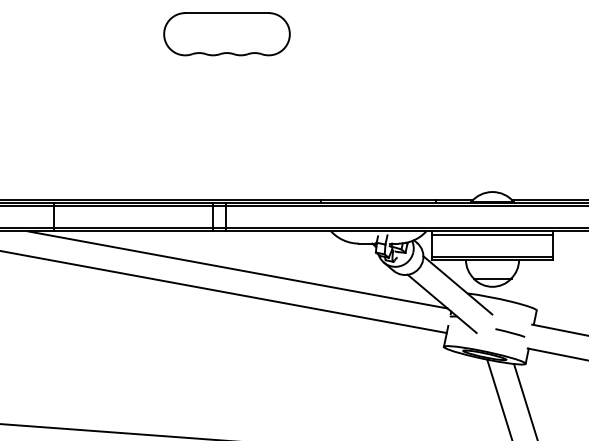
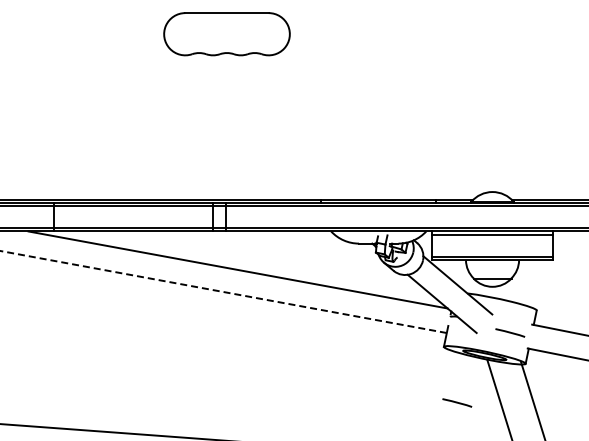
line at (223, 292): solid -> dashed
line at (525, 400) position: (525, 400) -> (532, 399)
line at (457, 402): none -> present
